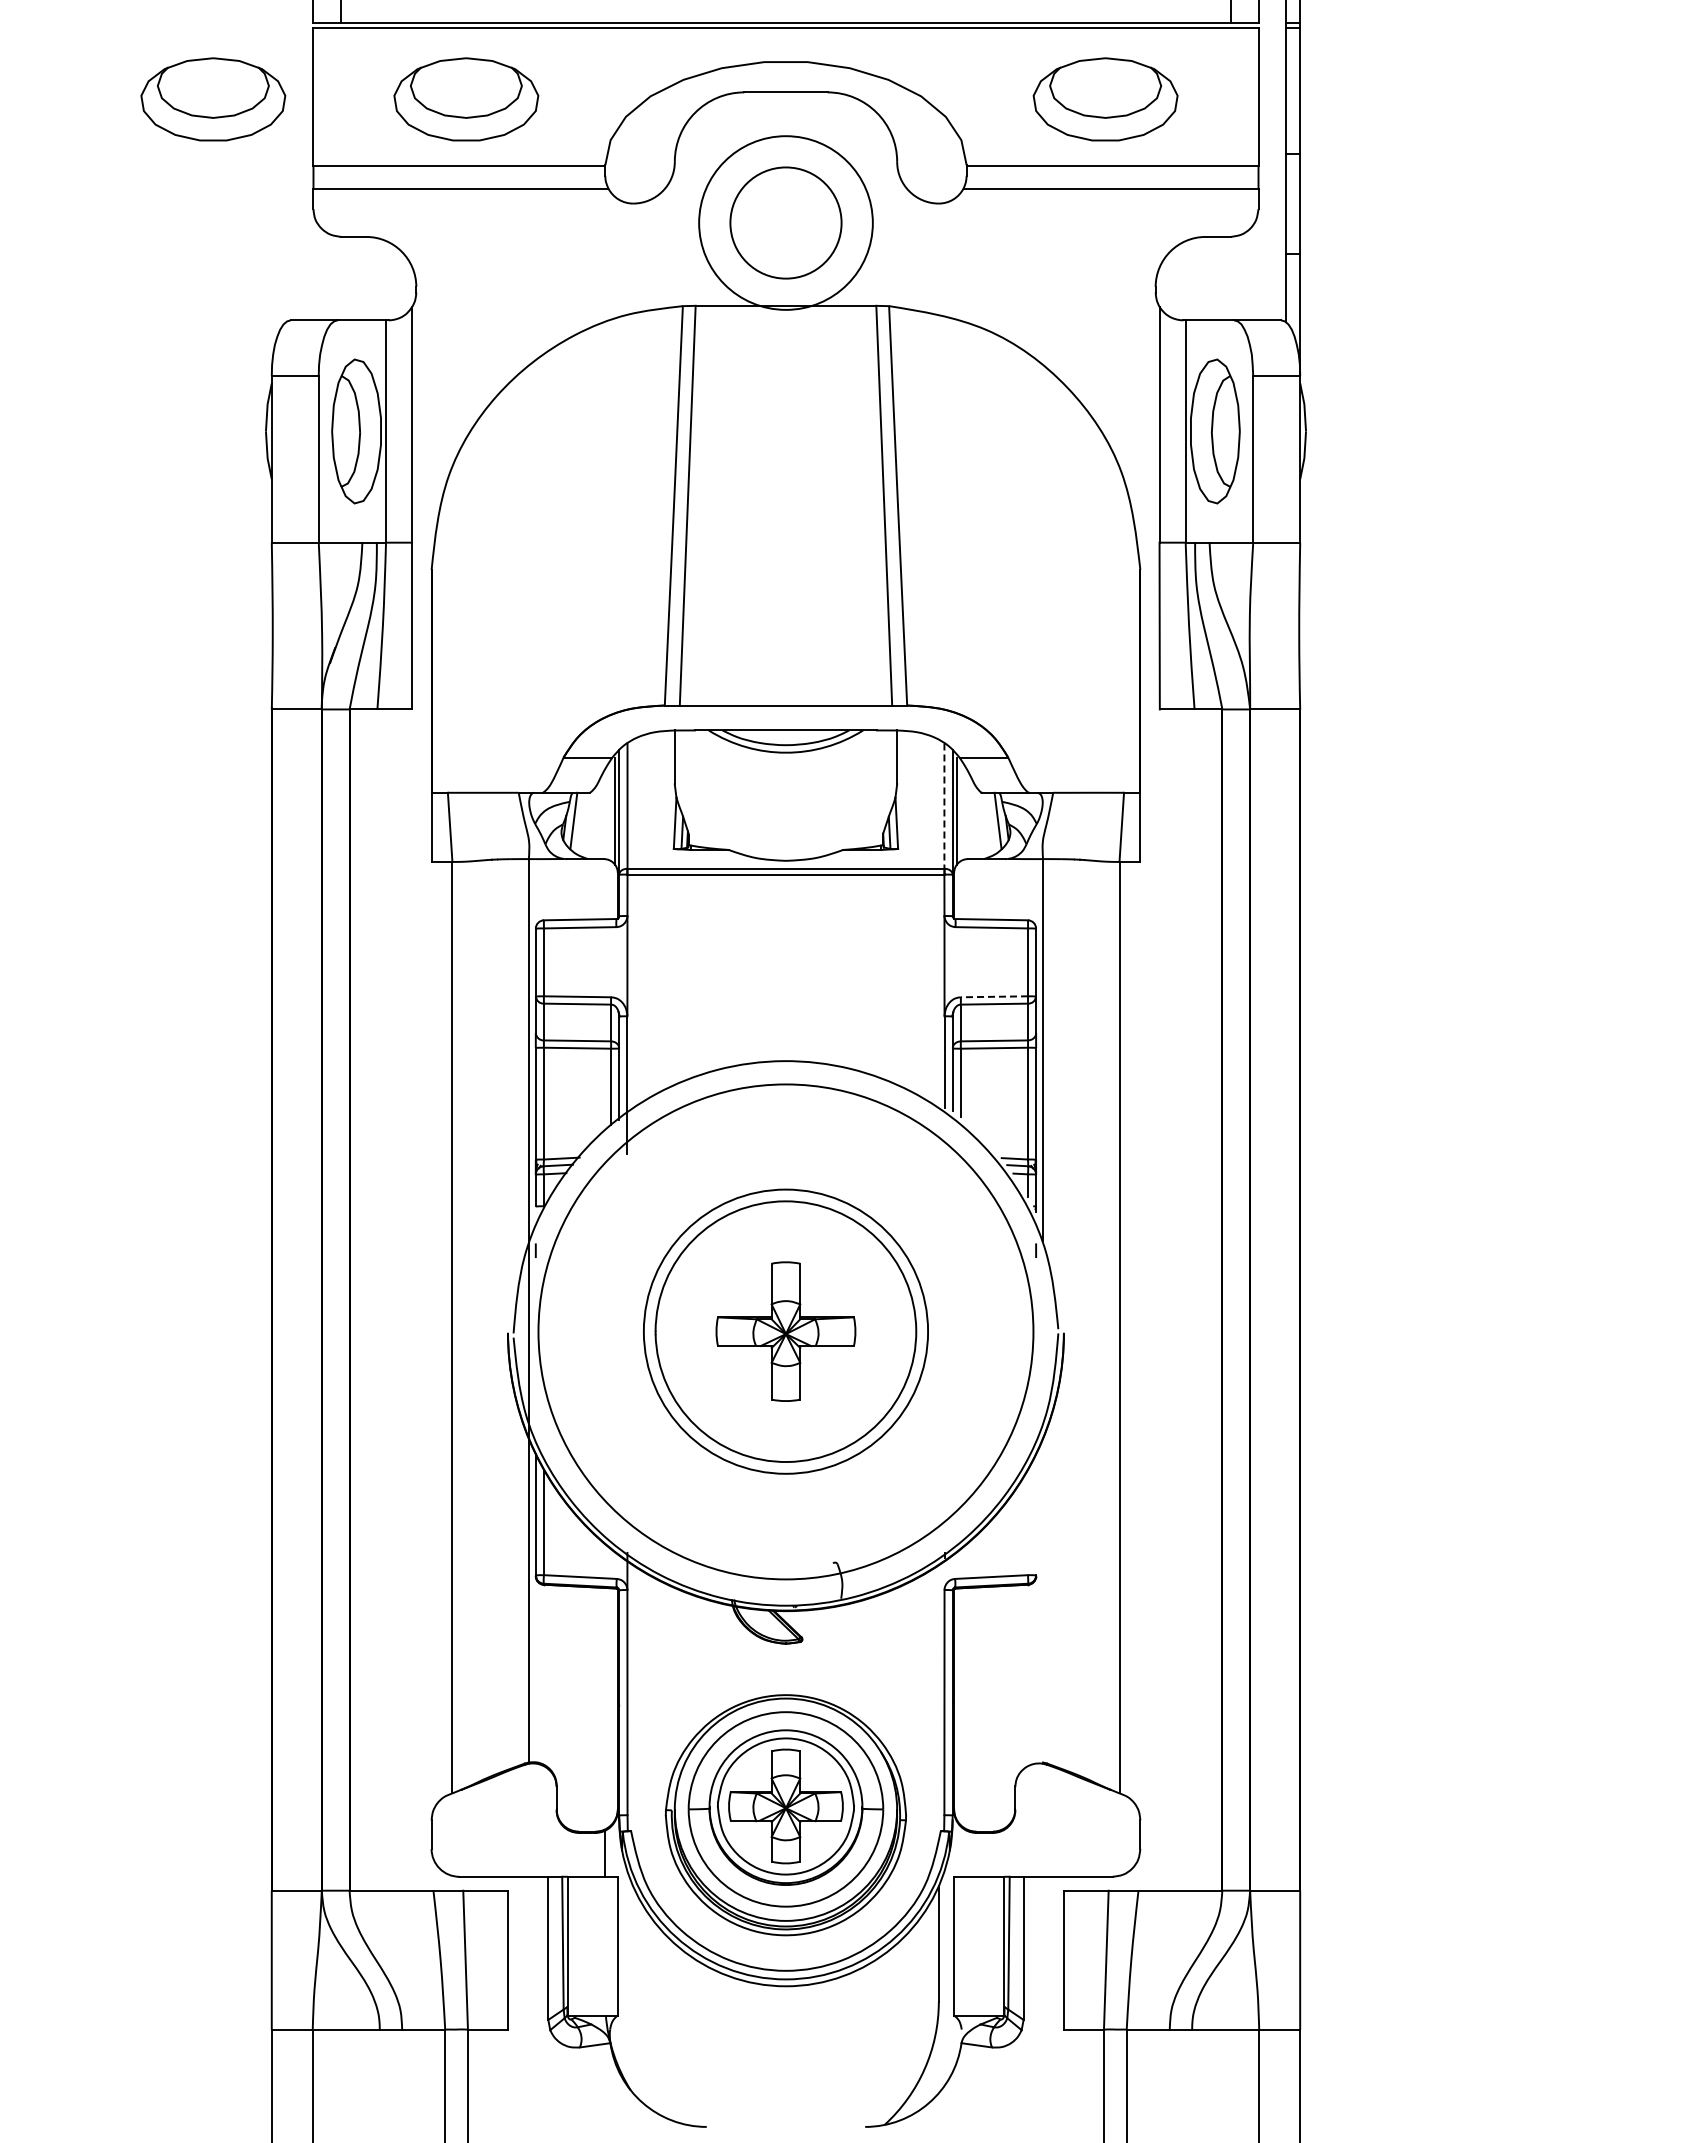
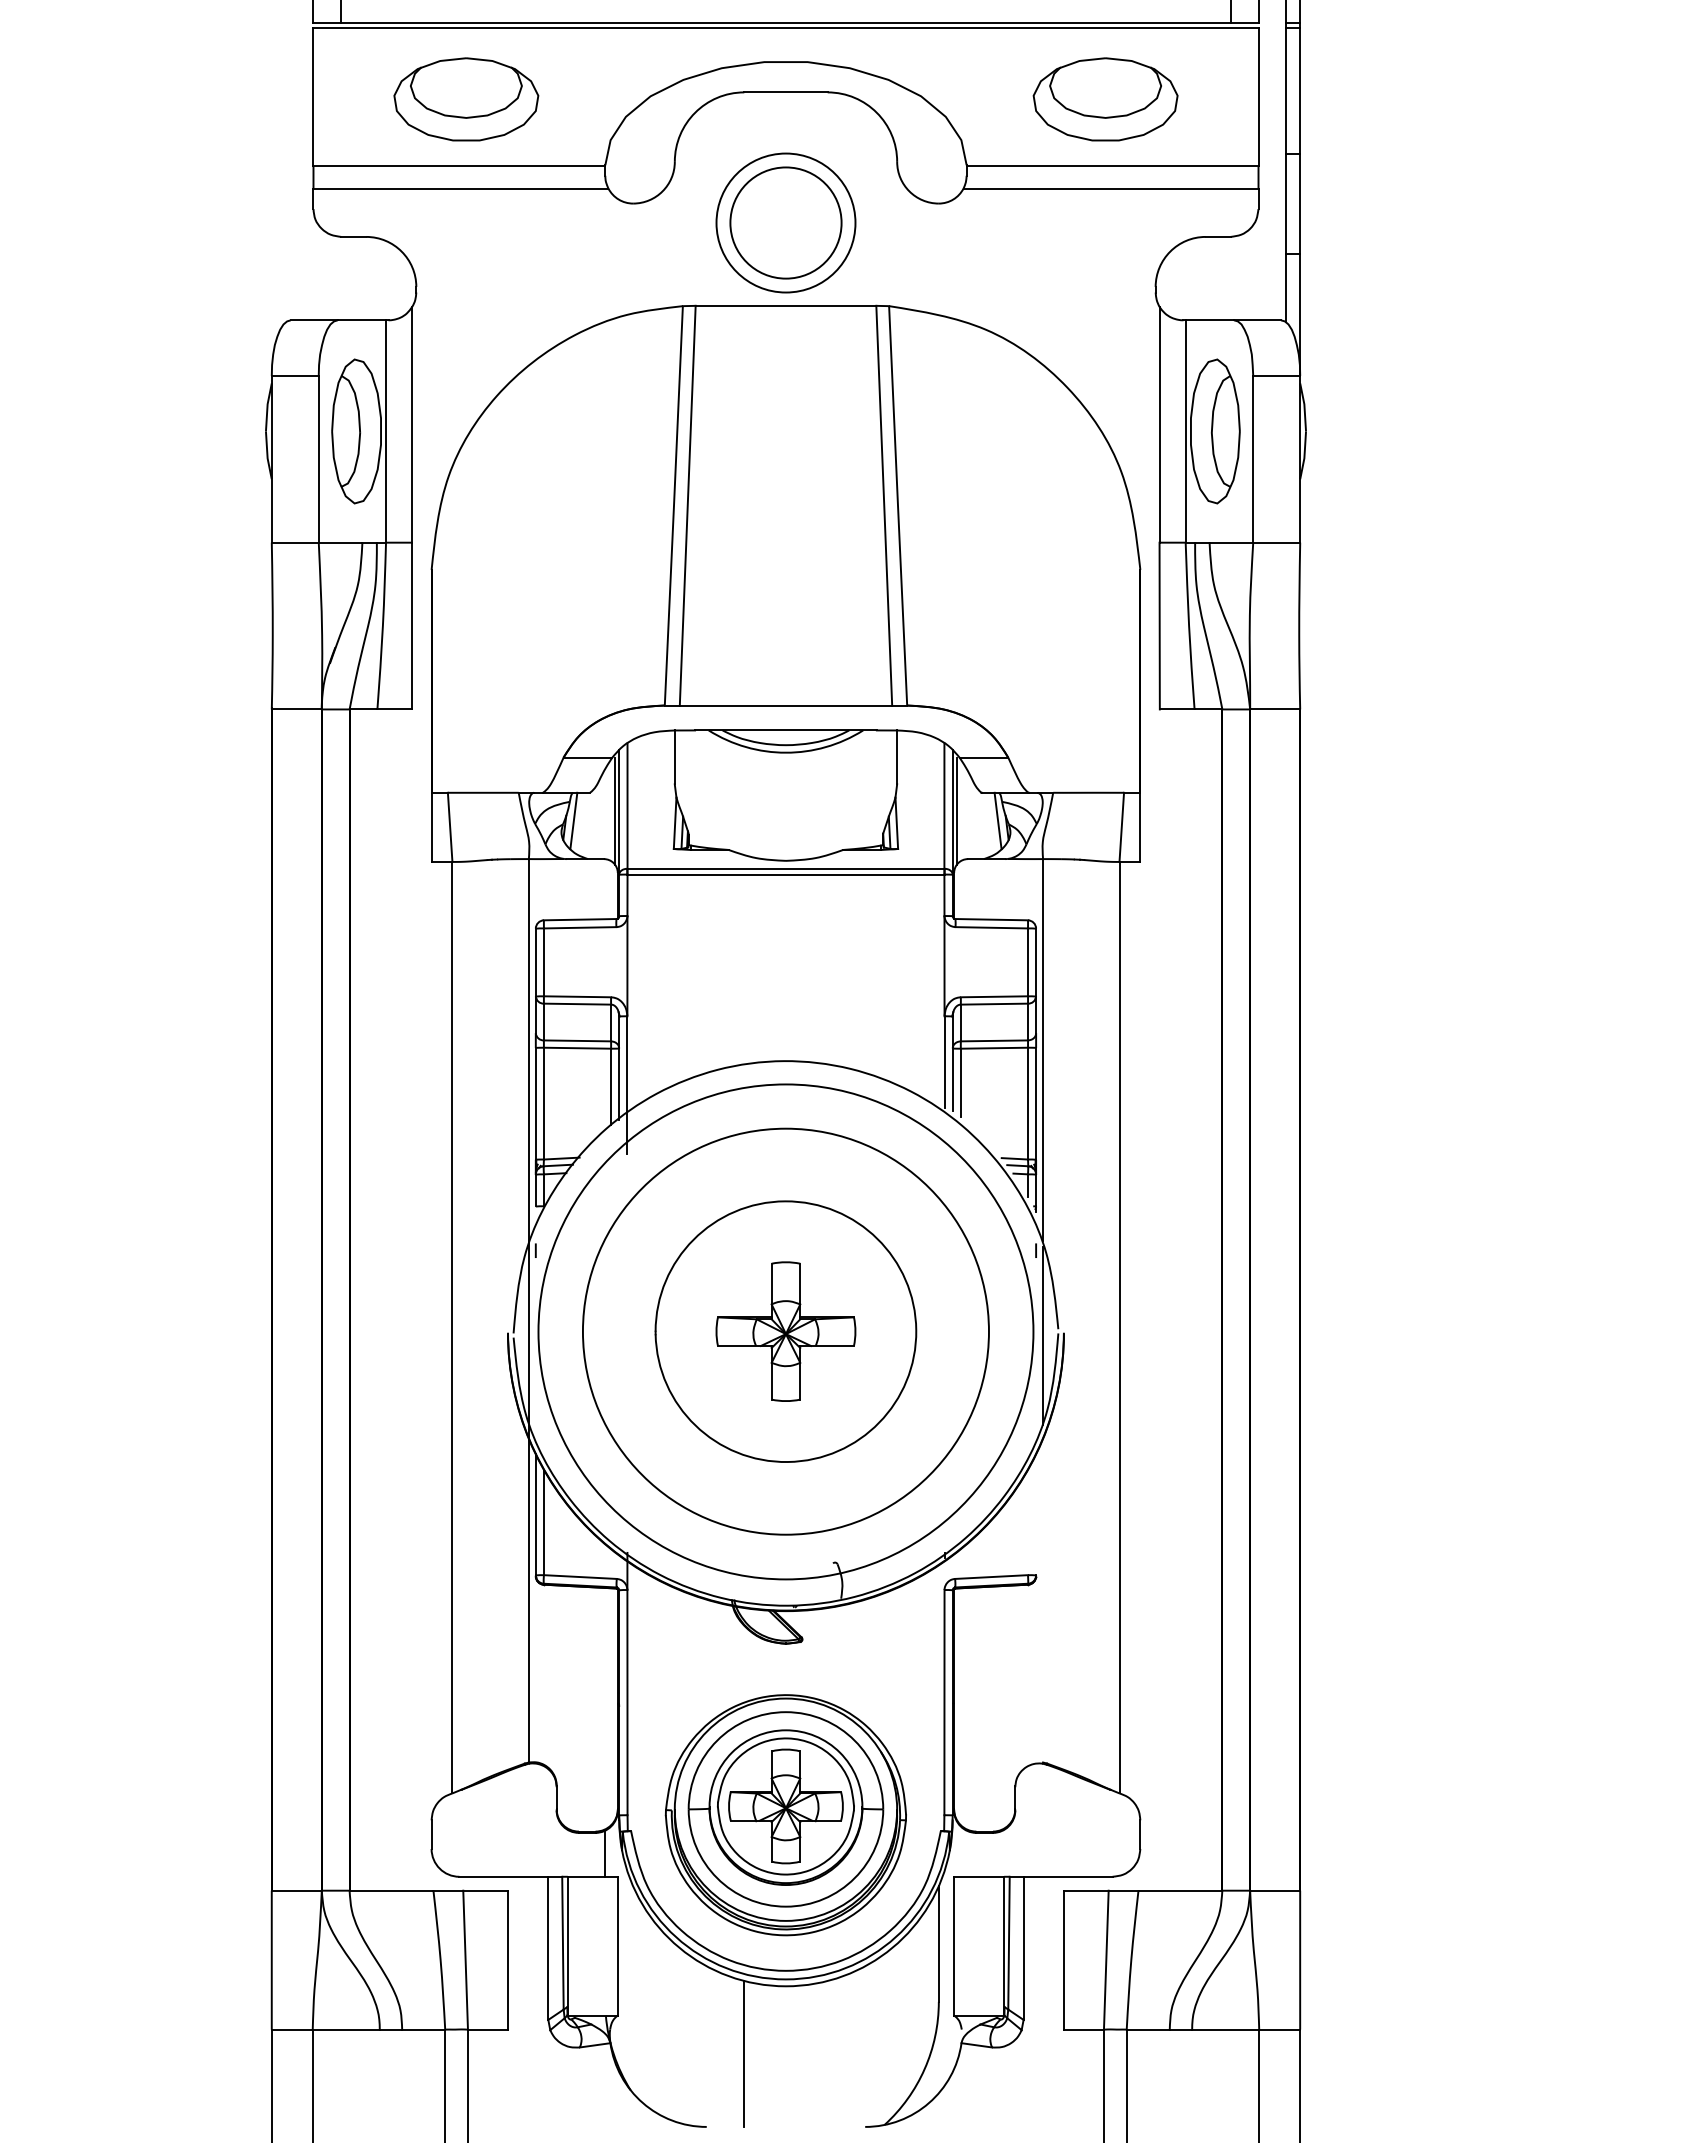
part at (213, 99): present -> none
circle at (785, 222) diameter: 174 px -> 139 px
line at (944, 806): dashed -> solid
line at (994, 996): dashed -> solid
circle at (785, 1331) diameter: 284 px -> 406 px
line at (1043, 1335): none -> present
line at (744, 2053): none -> present
